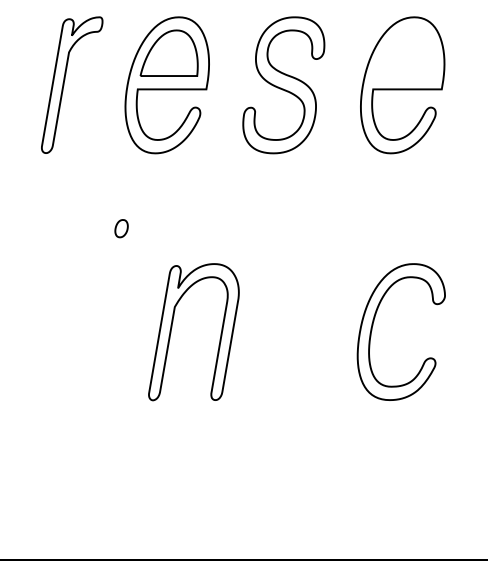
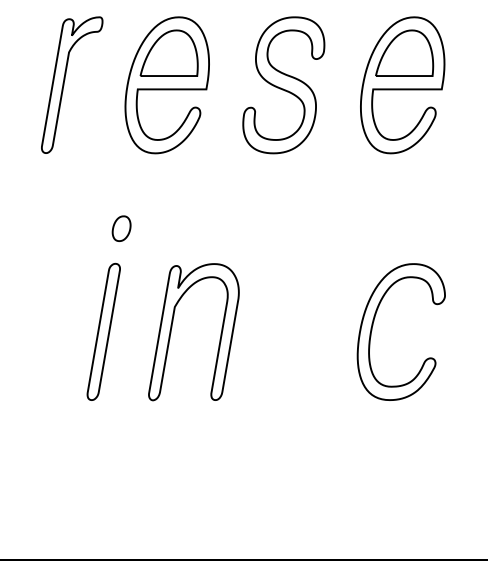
part at (404, 52): none -> present
part at (121, 228) size: 15x20 px -> 21x27 px
part at (103, 331): none -> present
